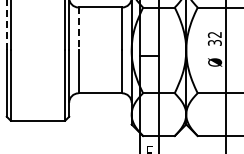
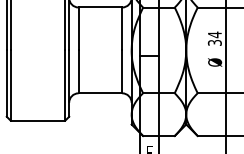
line at (6, 25): dashed -> solid
line at (78, 29): dashed -> solid
text at (214, 34): 32 -> 34
